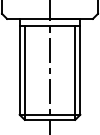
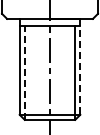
line at (80, 66): solid -> dashed
line at (24, 72): solid -> dashed
